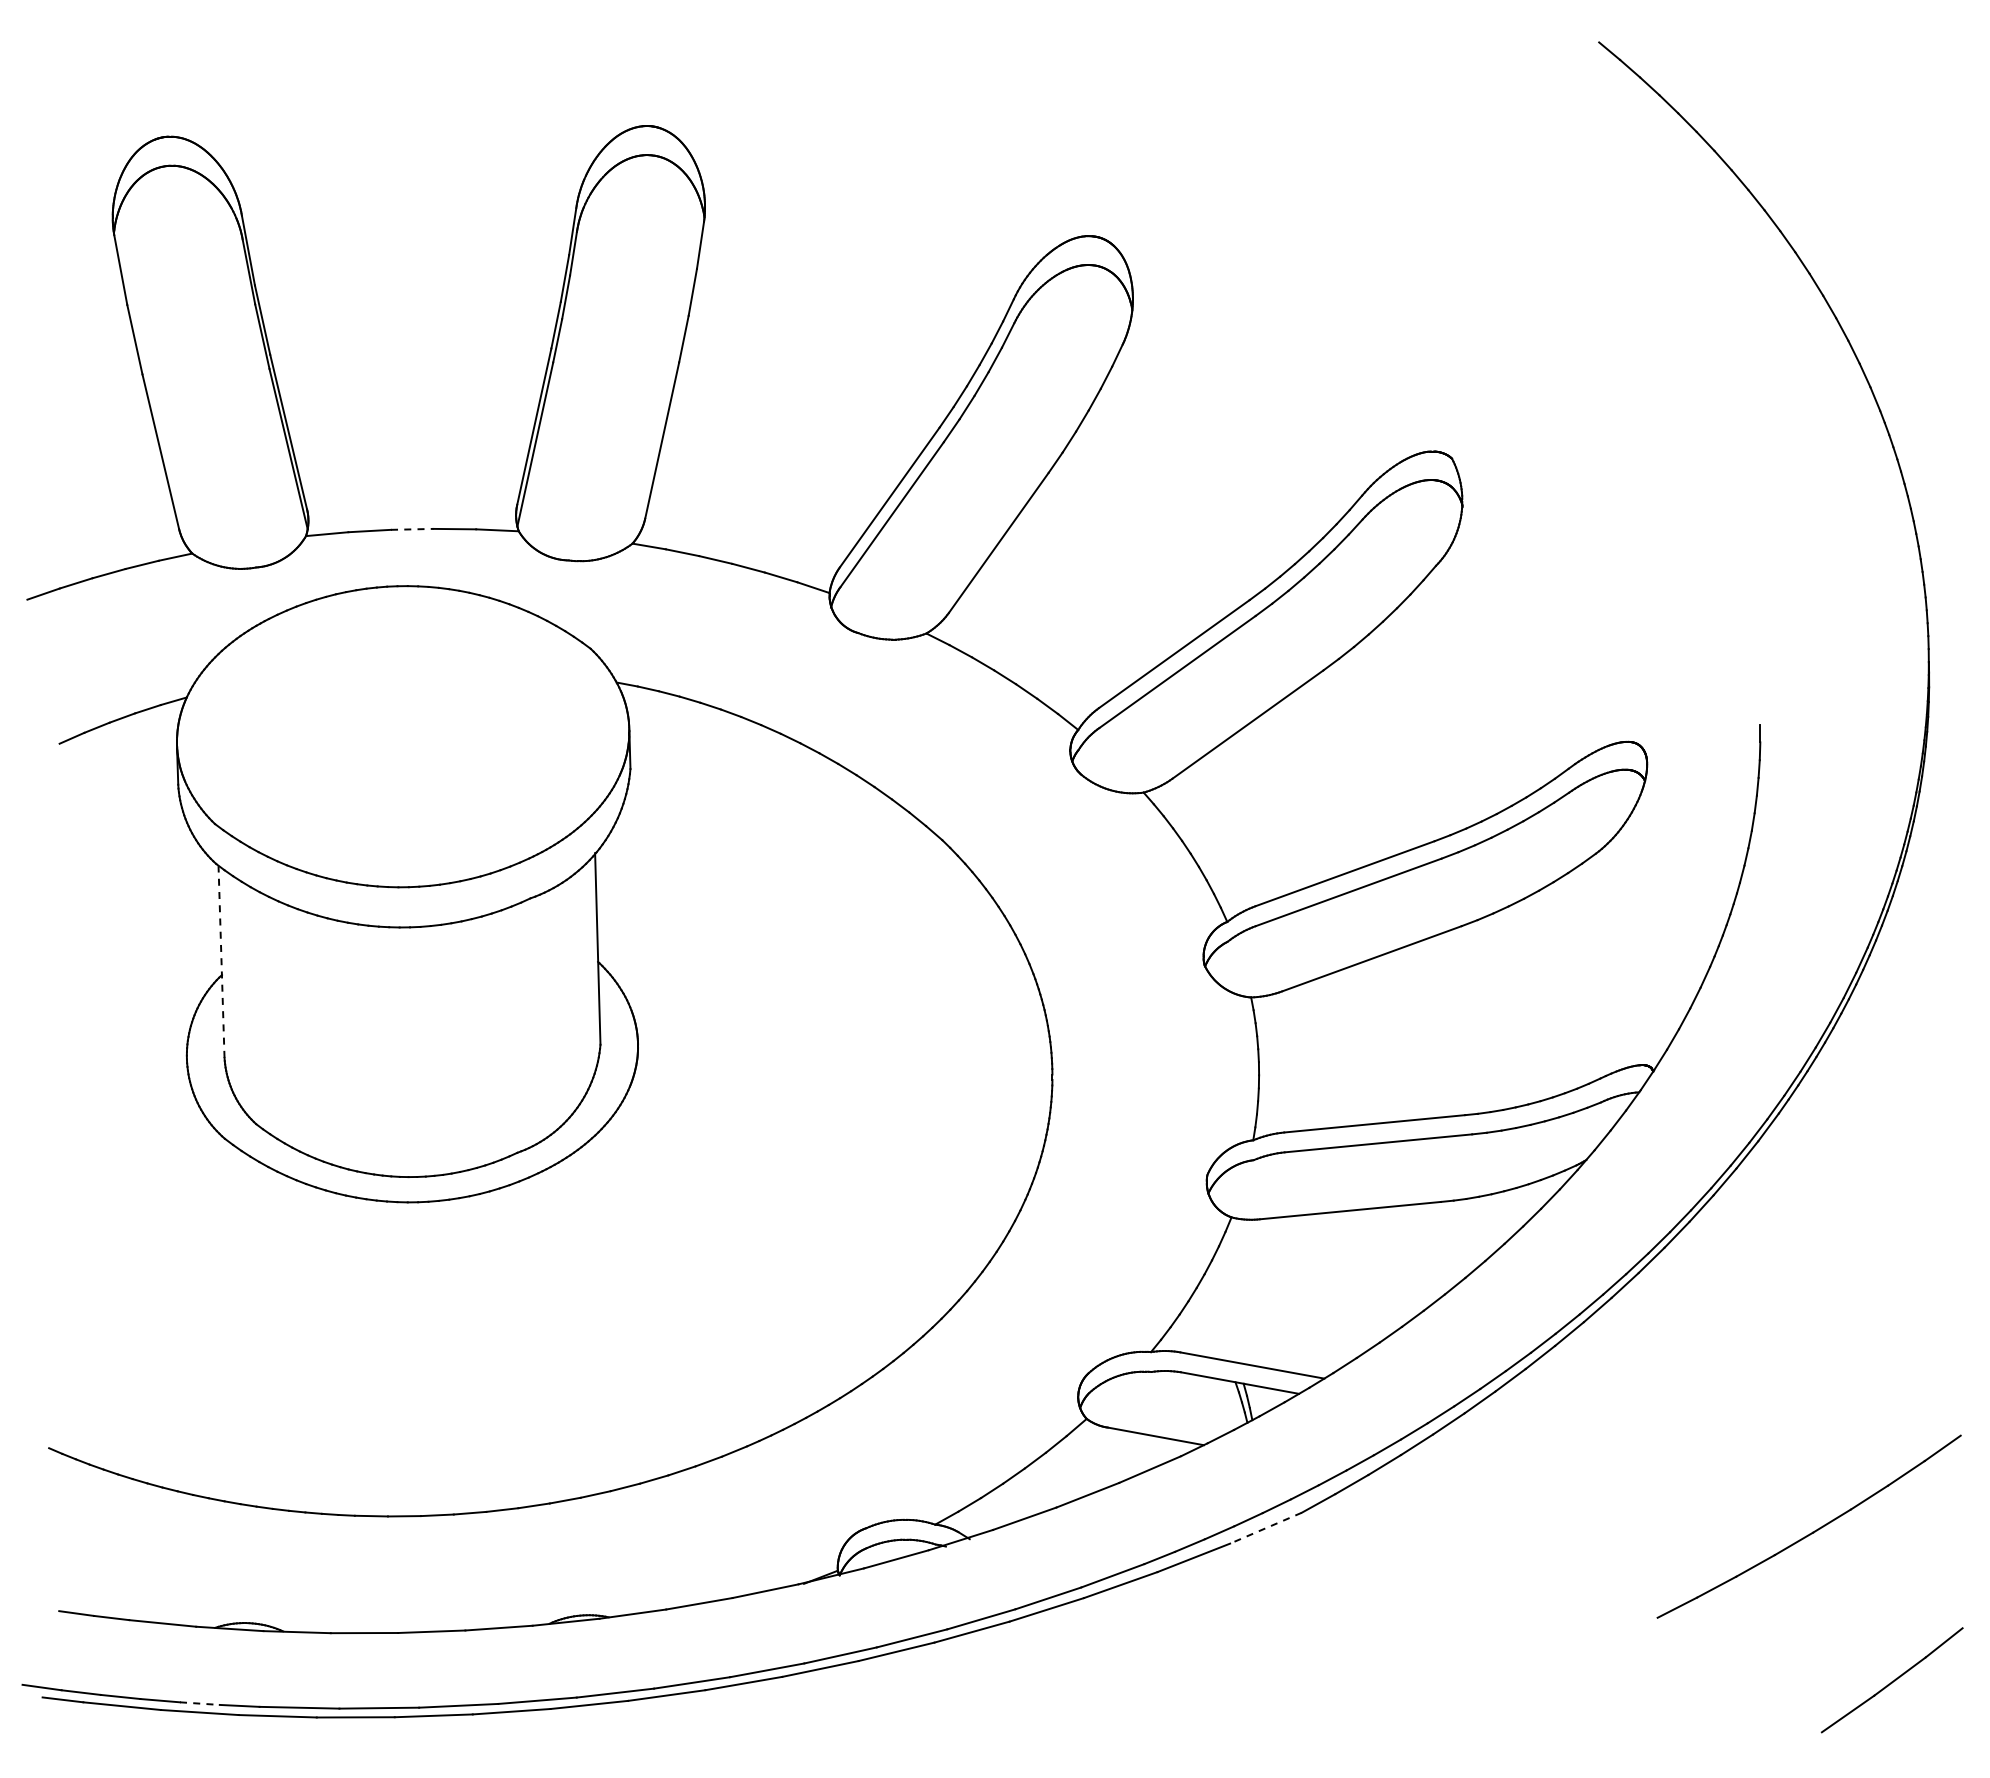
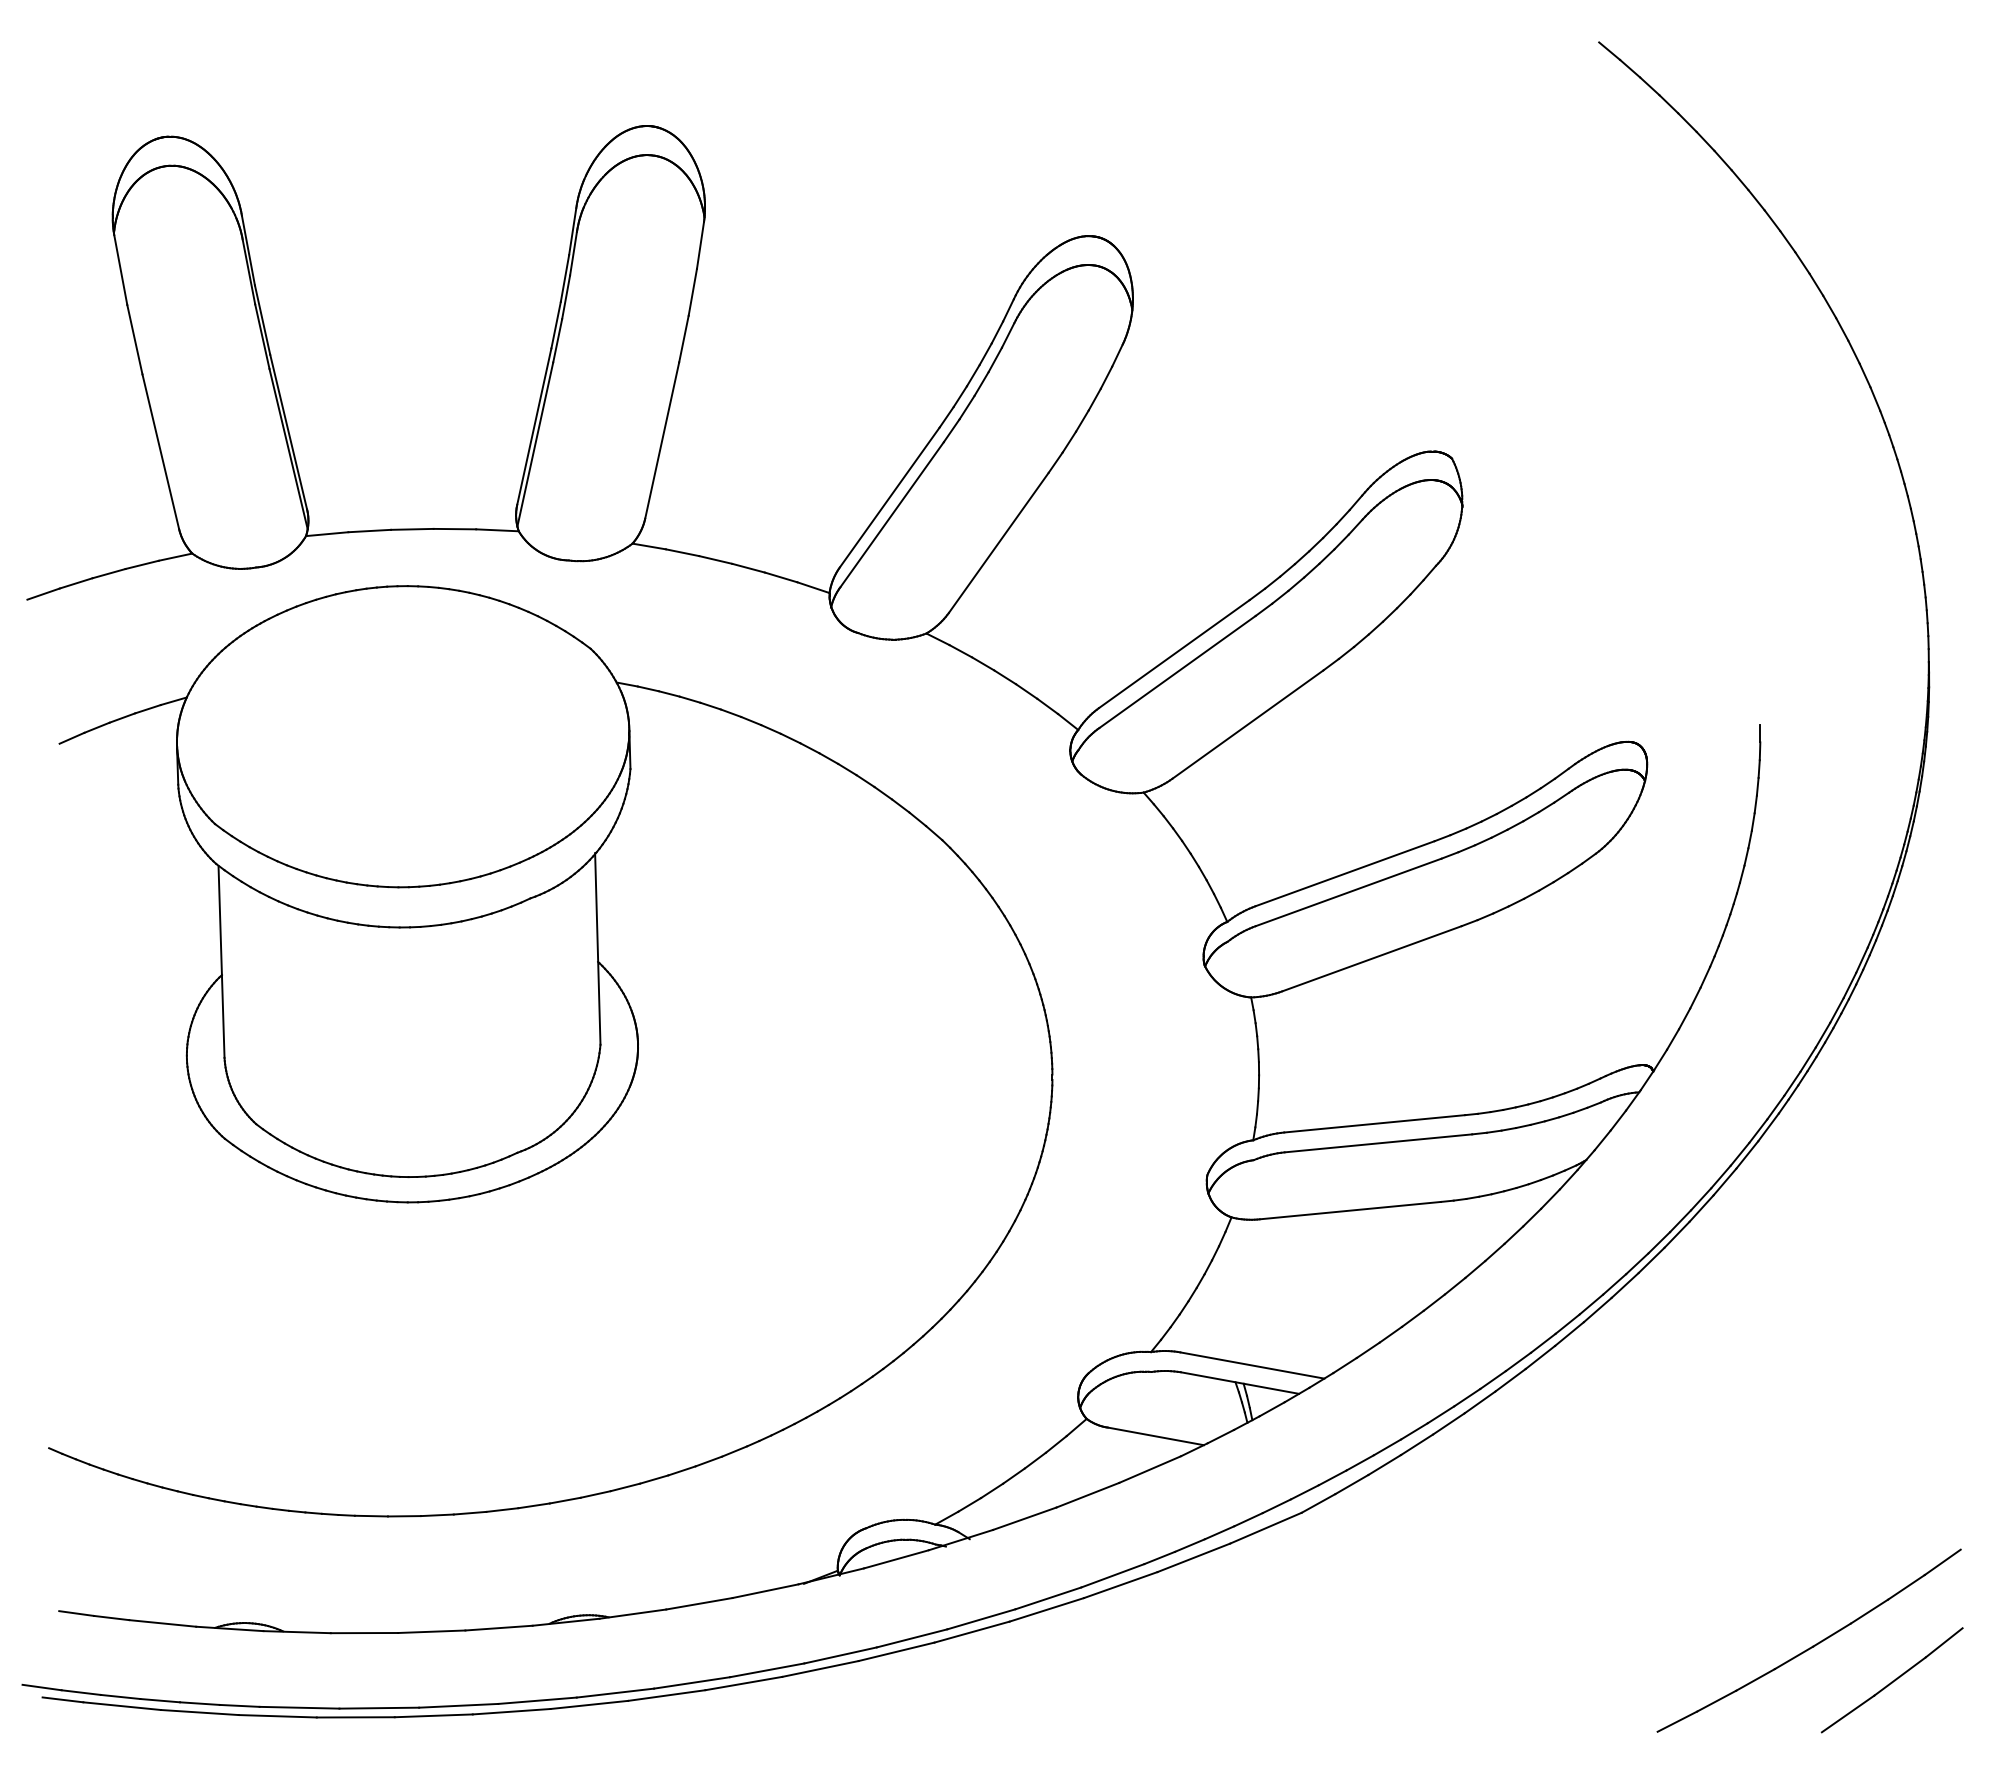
line at (412, 529): dashed -> solid
line at (221, 962): dashed -> solid
line at (1265, 1528): dashed -> solid
part at (1812, 1531) position: (1812, 1531) -> (1812, 1645)
line at (199, 1703): dashed -> solid
